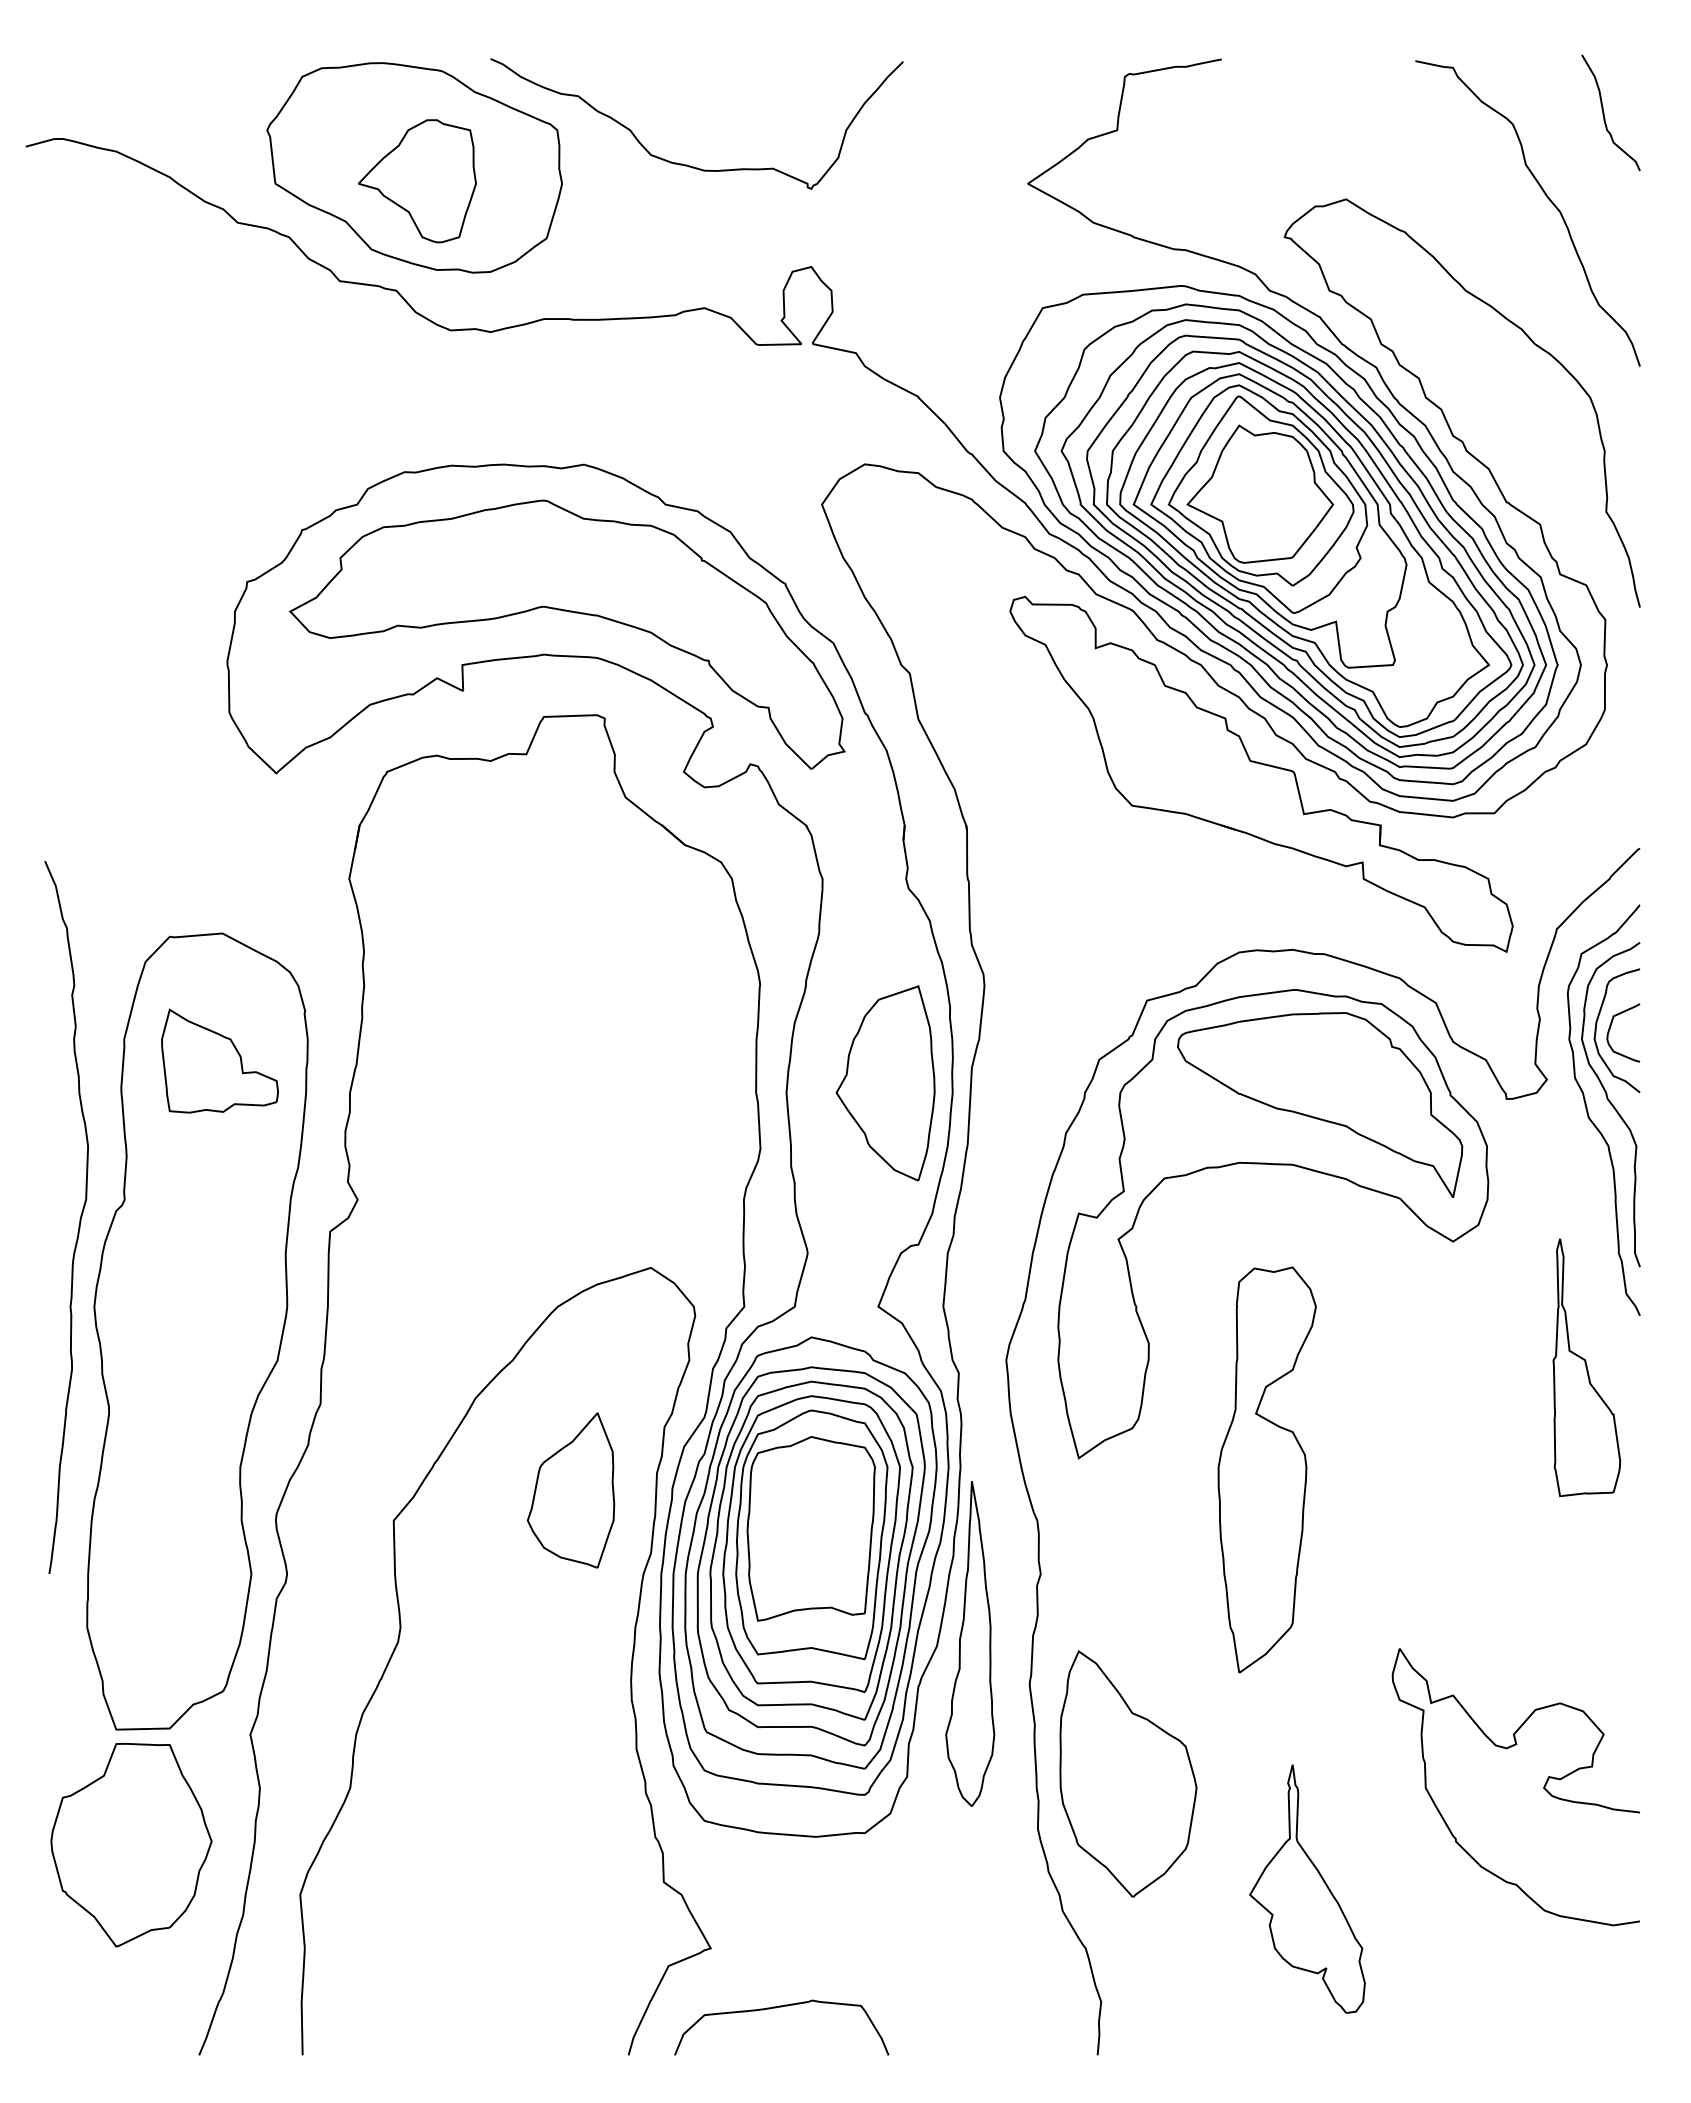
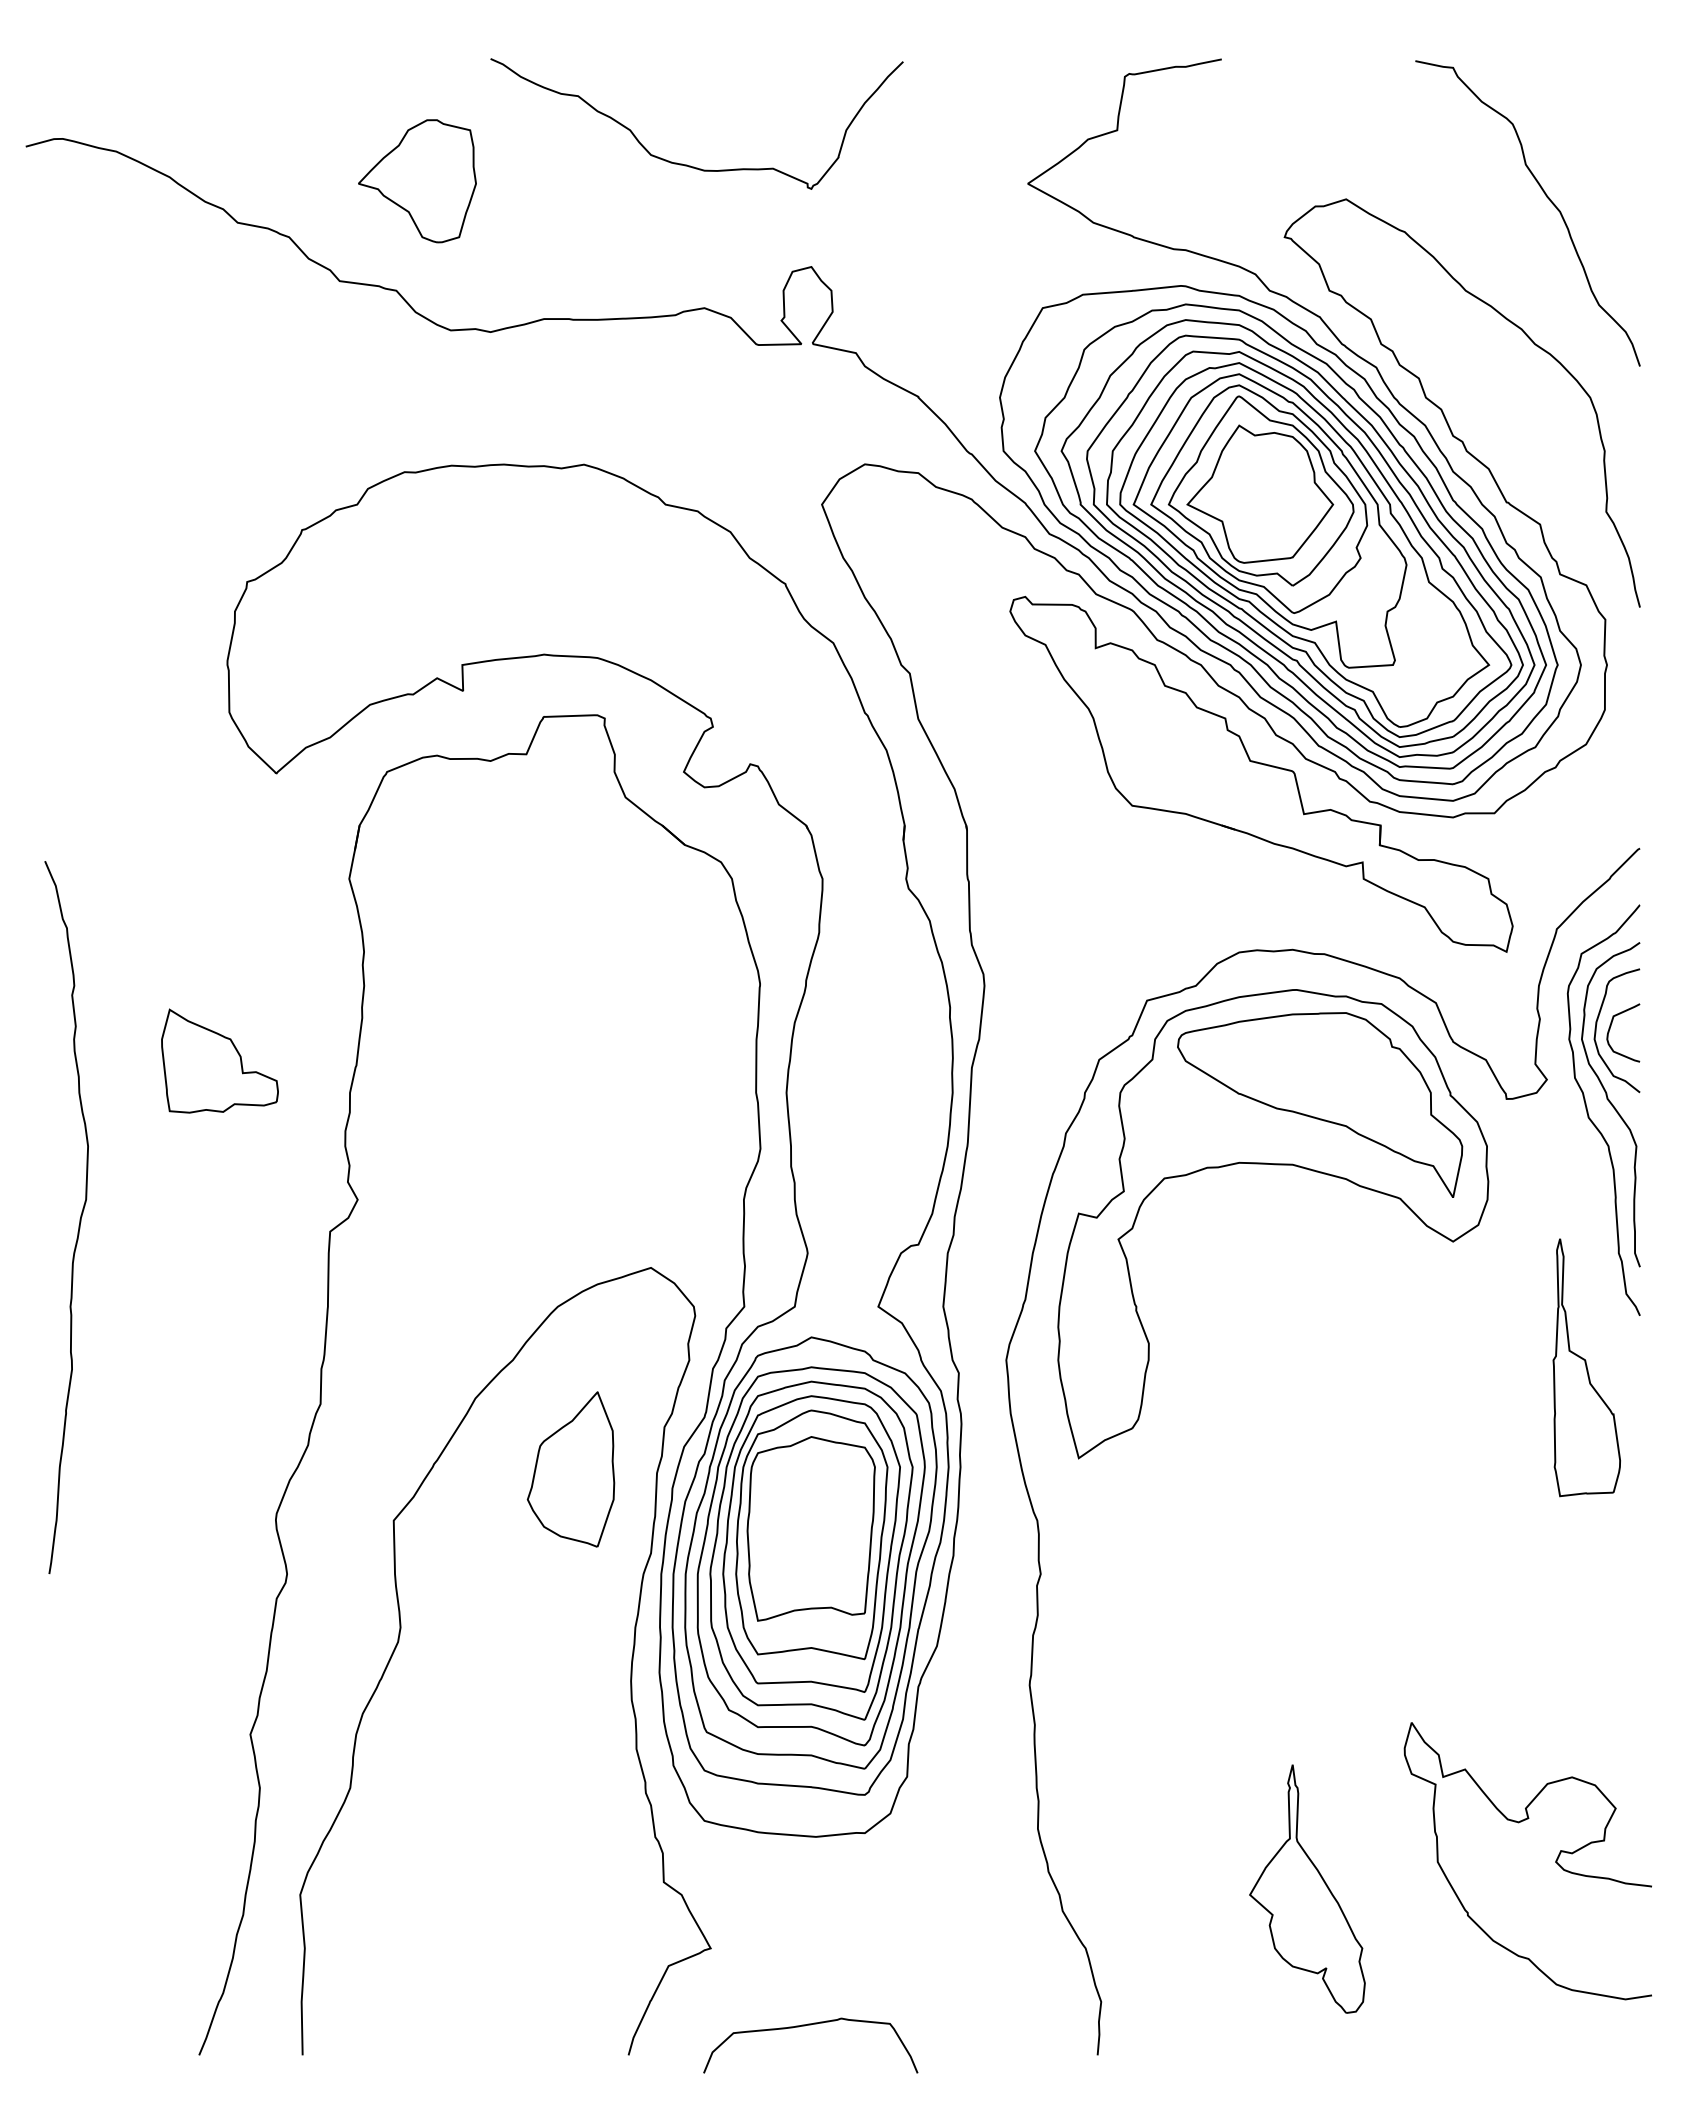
curve at (1604, 112): present -> none
part at (414, 167): present -> none
part at (569, 612): present -> none
part at (885, 1083): present -> none
part at (197, 1331): present -> none
part at (1266, 1469): present -> none
part at (570, 1490) position: (570, 1490) -> (570, 1469)
part at (970, 1643): present -> none
part at (1128, 1773): present -> none
curve at (1543, 1787) position: (1543, 1787) -> (1555, 1861)
part at (131, 1844): present -> none
curve at (776, 2008) position: (776, 2008) -> (805, 2026)
